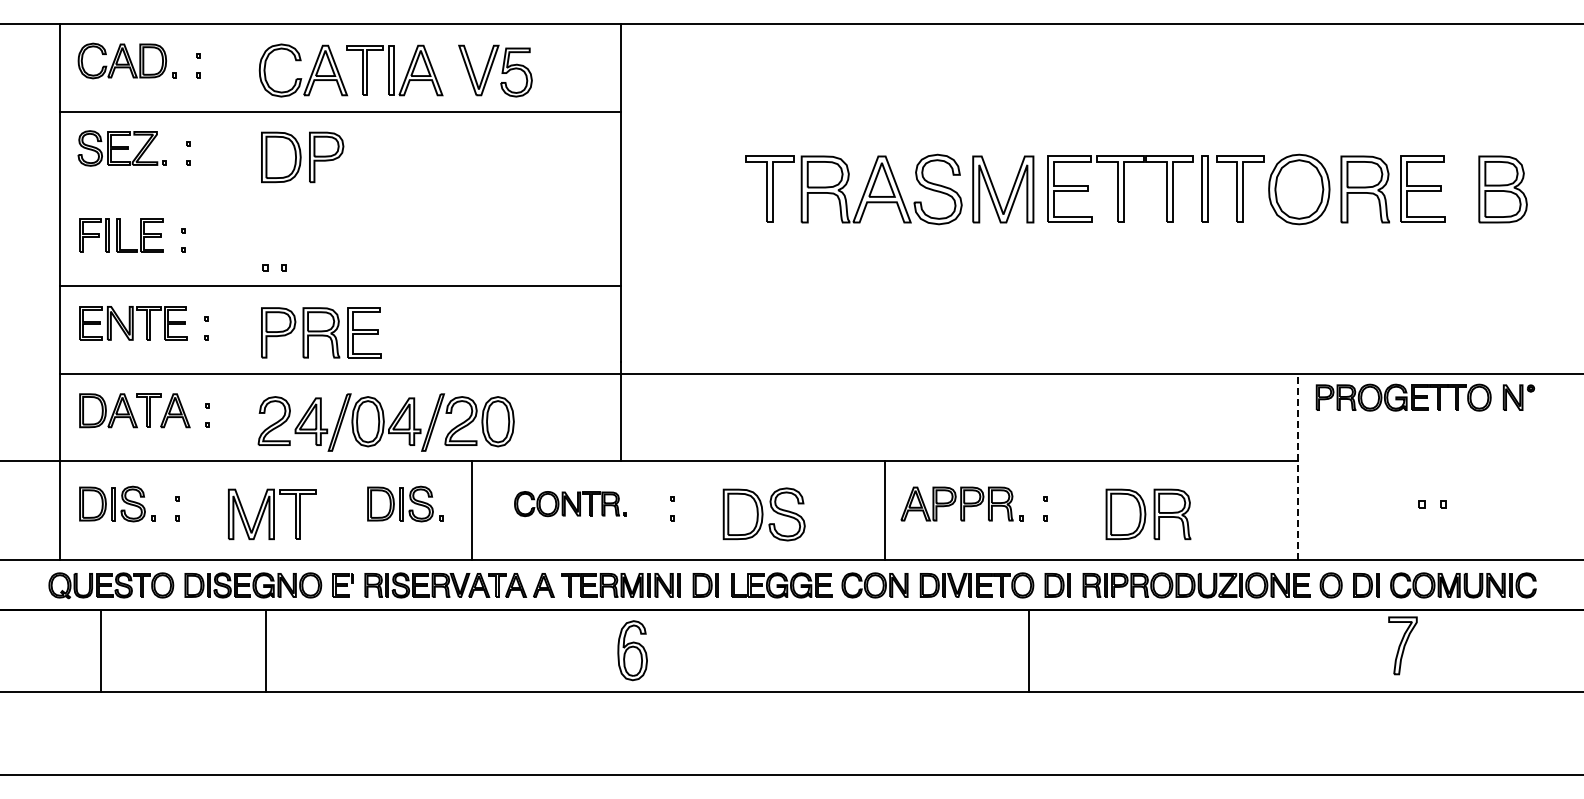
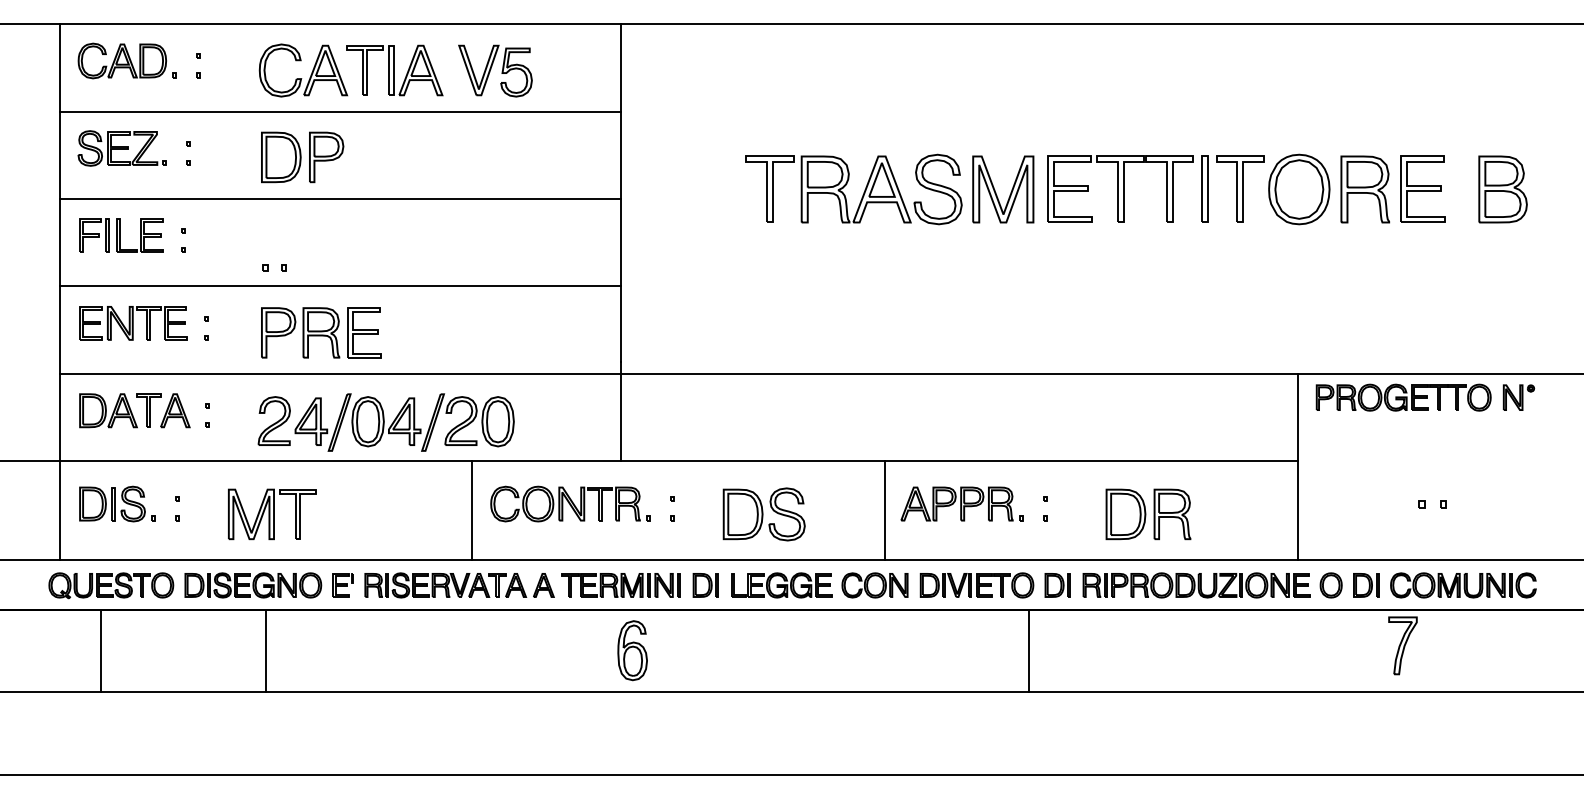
line at (339, 199): none -> present
line at (1297, 466): dashed -> solid
part at (405, 503): present -> none
part at (570, 504) size: 113x27 px -> 161x38 px
